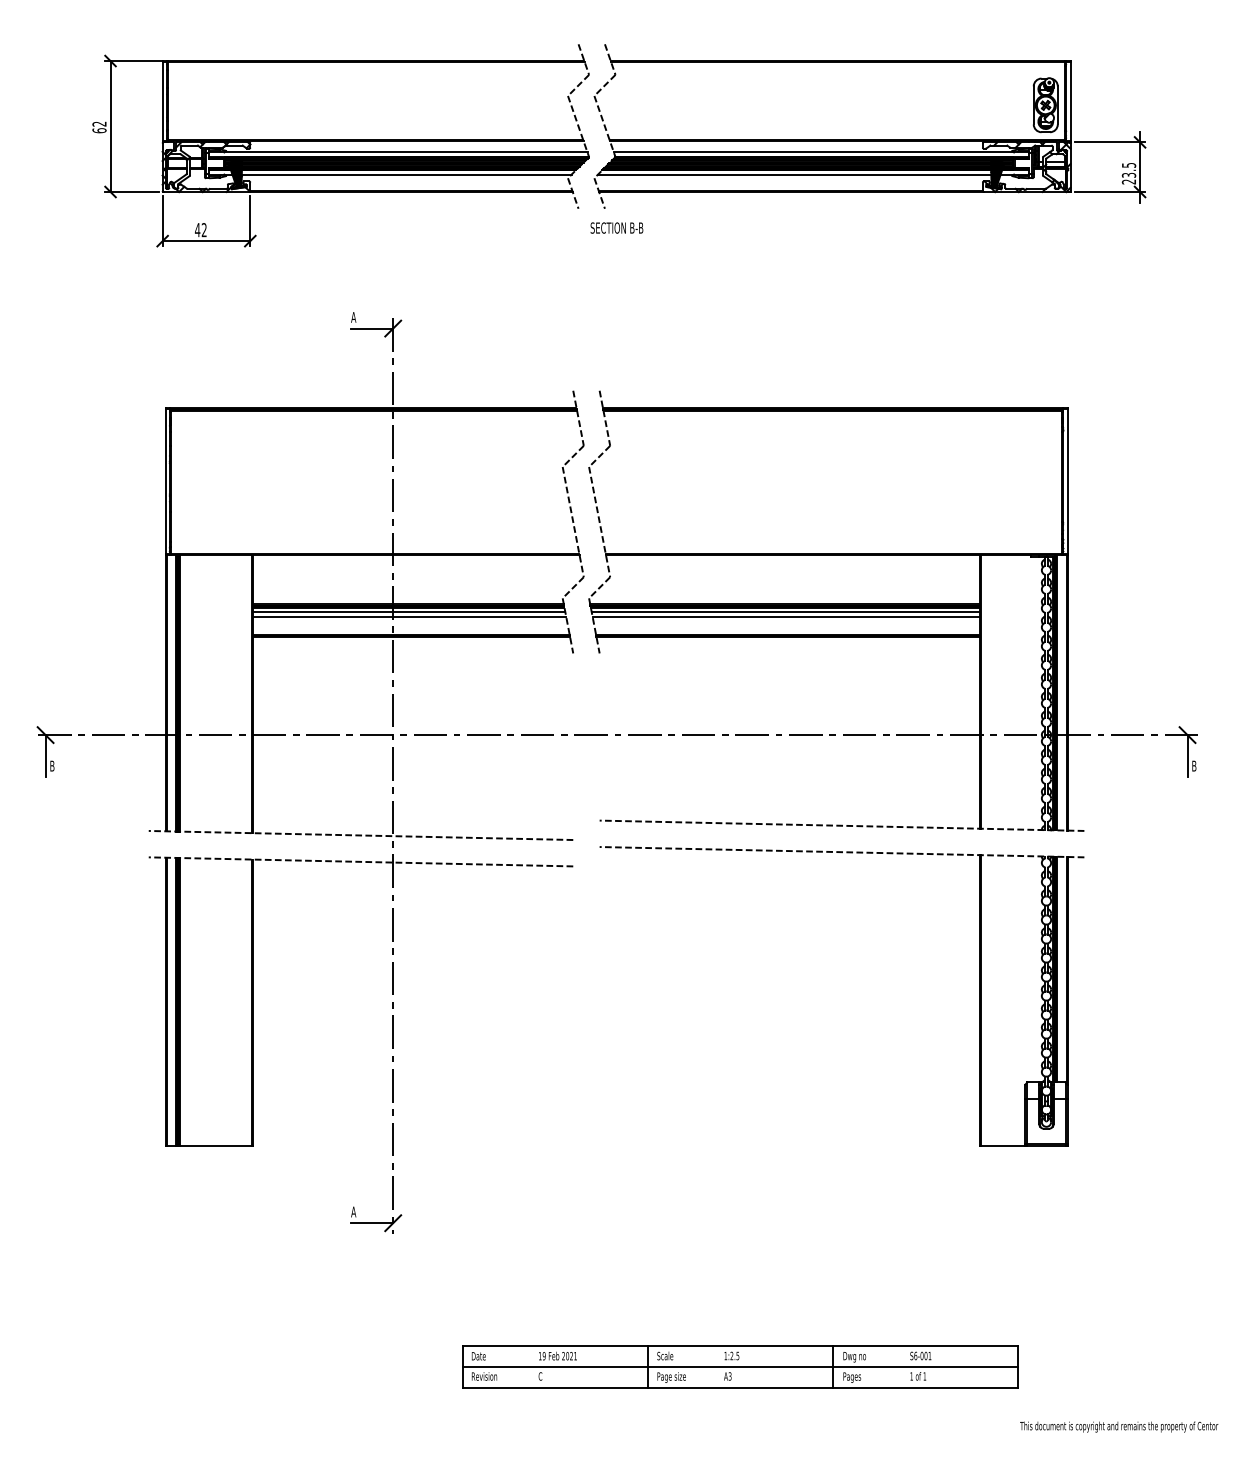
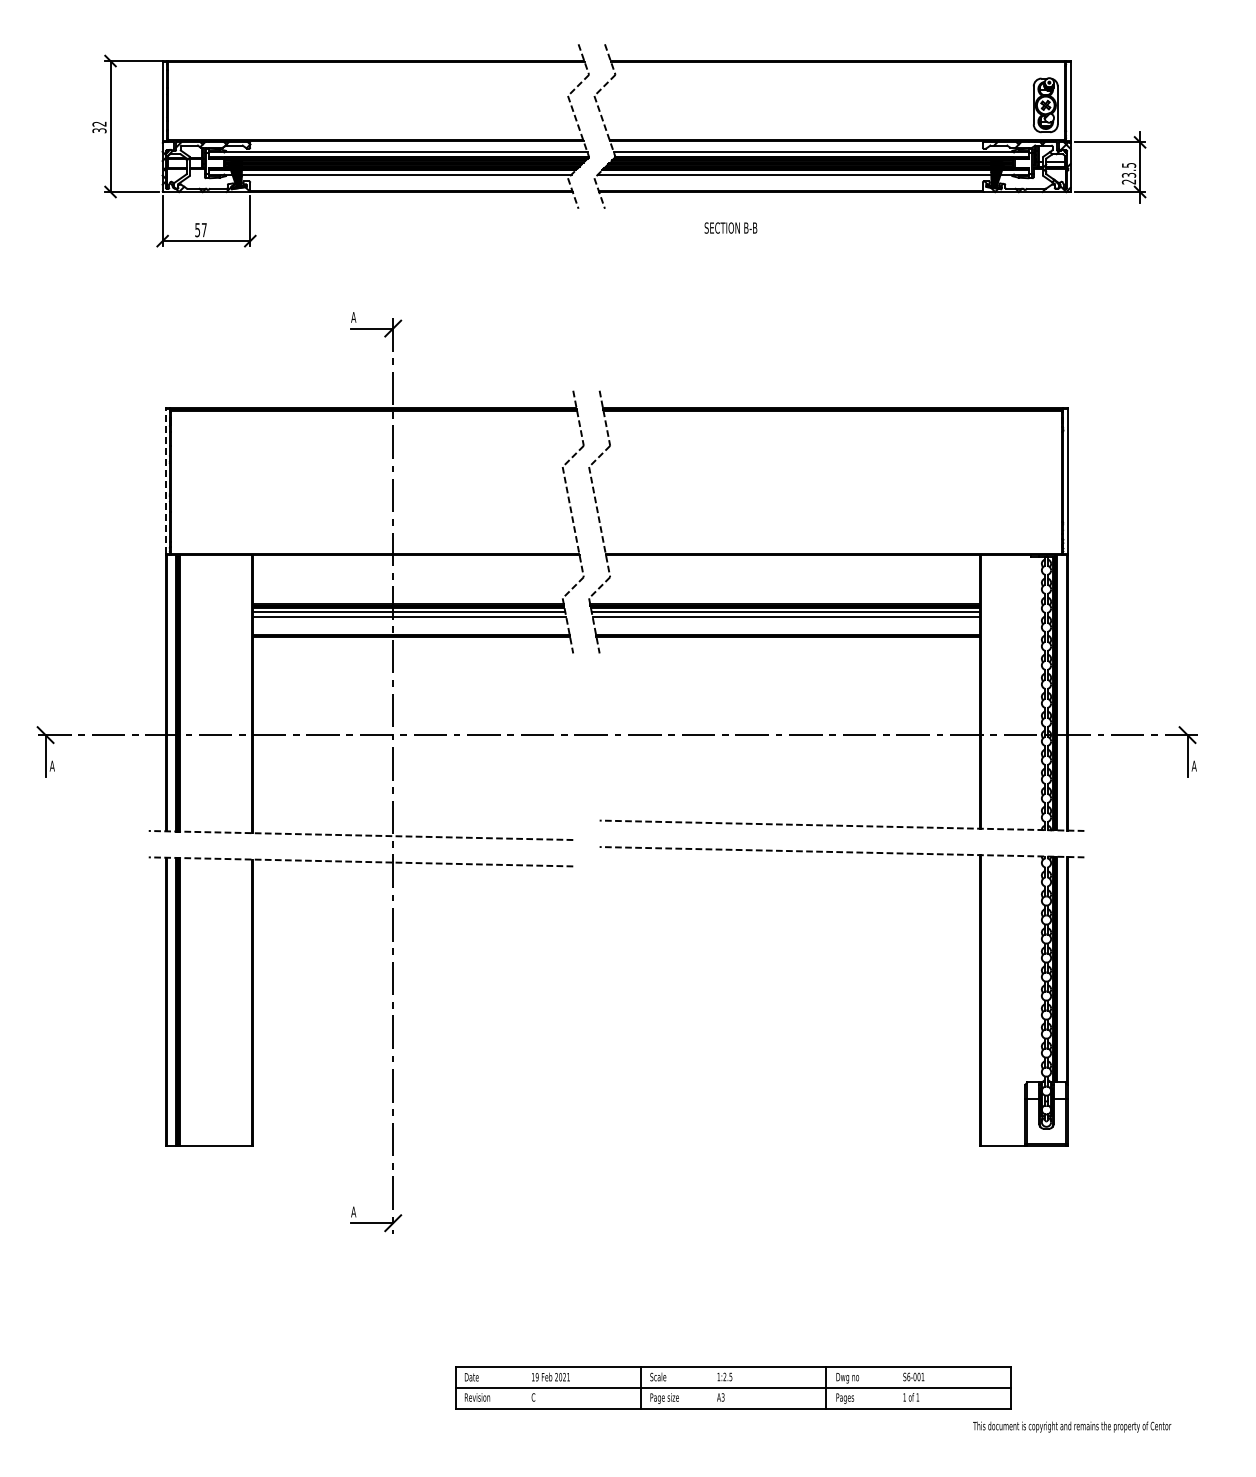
text at (99, 130): 62 -> 32
text at (616, 227) position: (616, 227) -> (730, 227)
text at (200, 230): 42 -> 57
line at (165, 481): solid -> dashed
text at (51, 765): B -> A
text at (1193, 765): B -> A
part at (740, 1366) position: (740, 1366) -> (733, 1387)
text at (1119, 1426) position: (1119, 1426) -> (1072, 1426)
